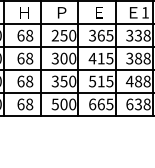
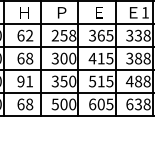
text at (29, 35): 68 -> 62
text at (72, 35): 250 -> 258
text at (25, 81): 68 -> 91
text at (100, 104): 665 -> 605
